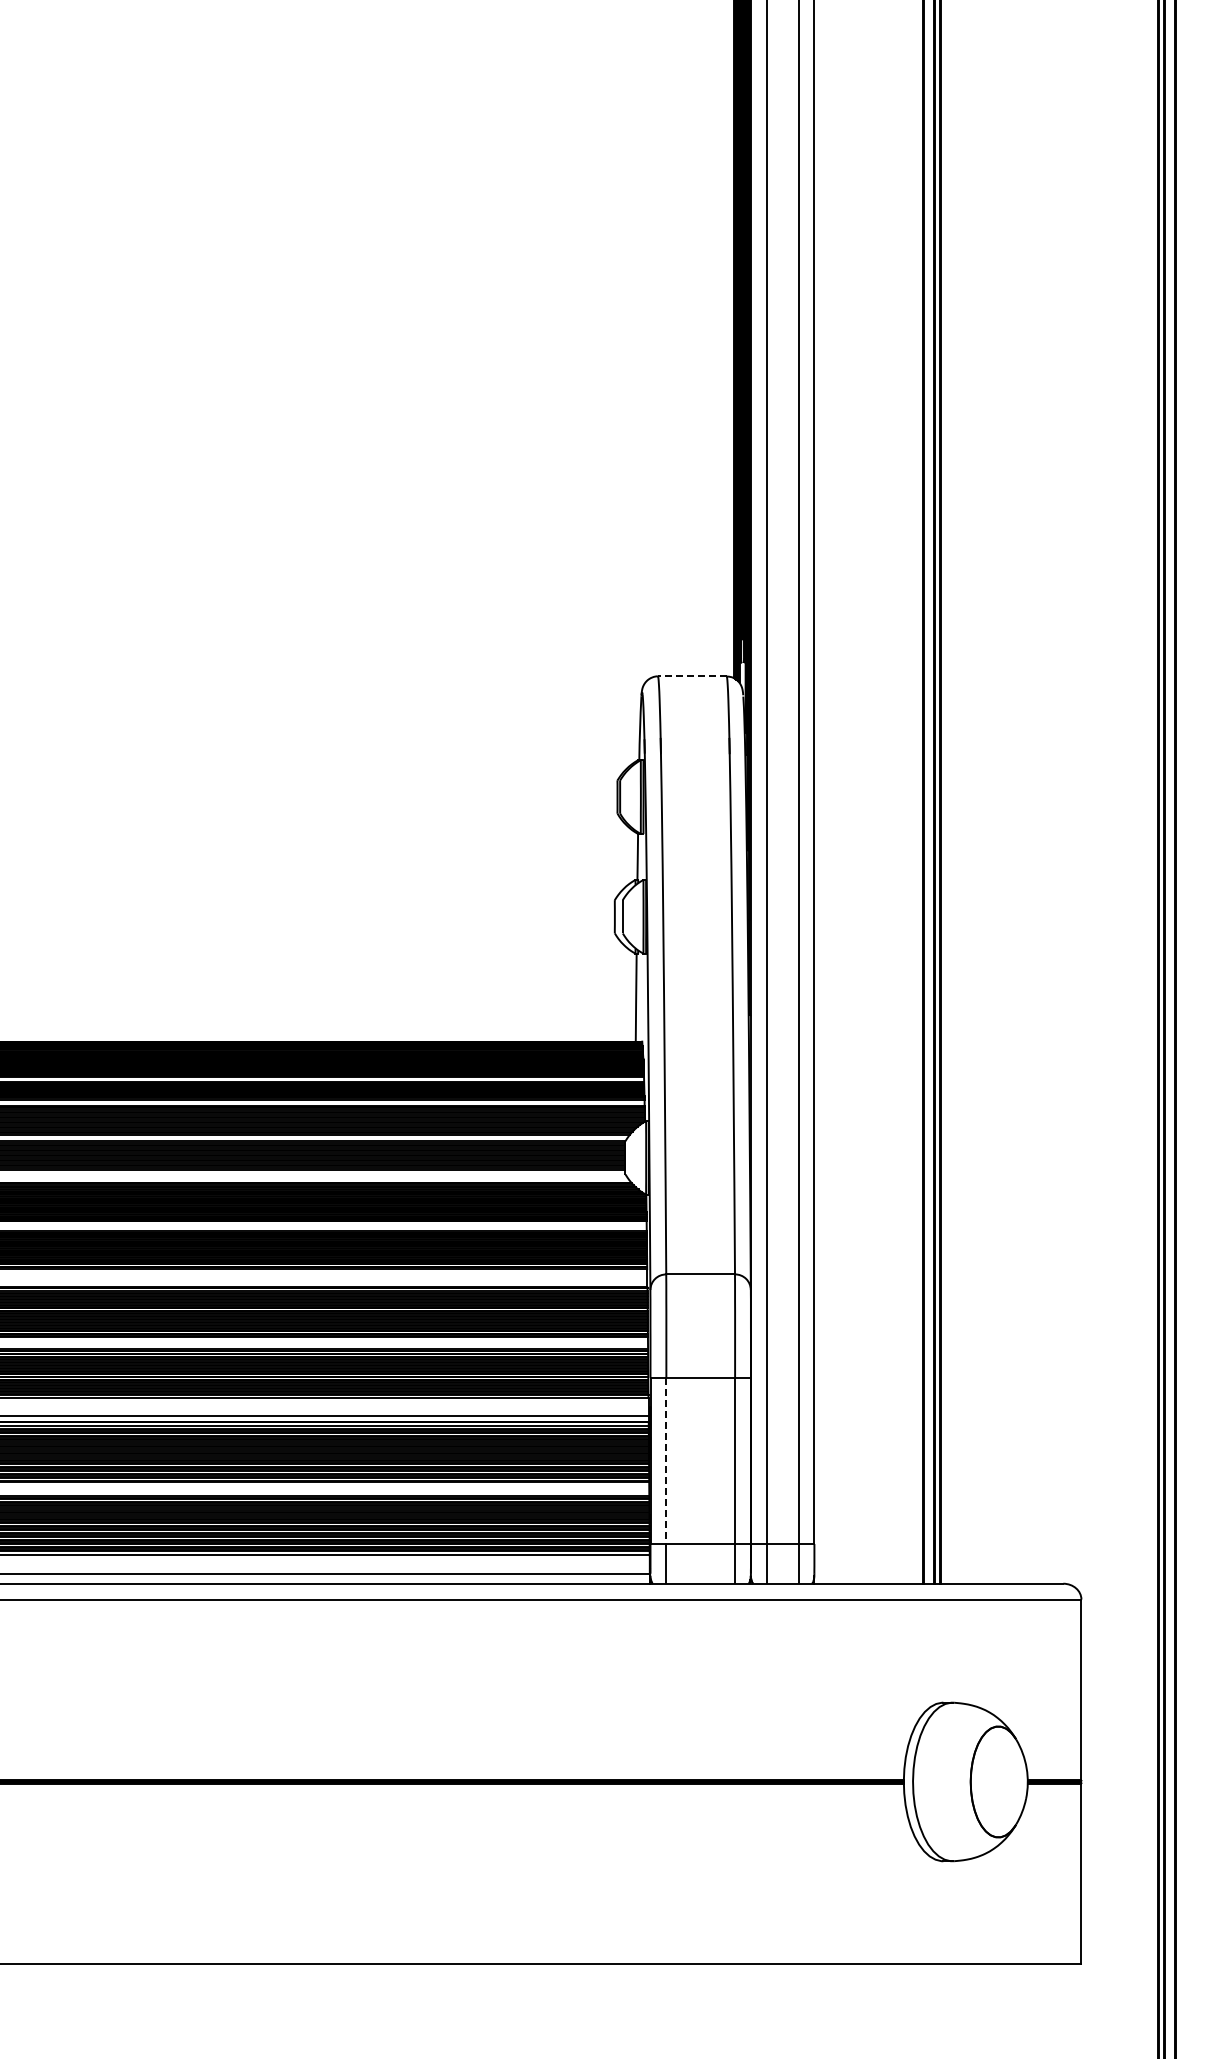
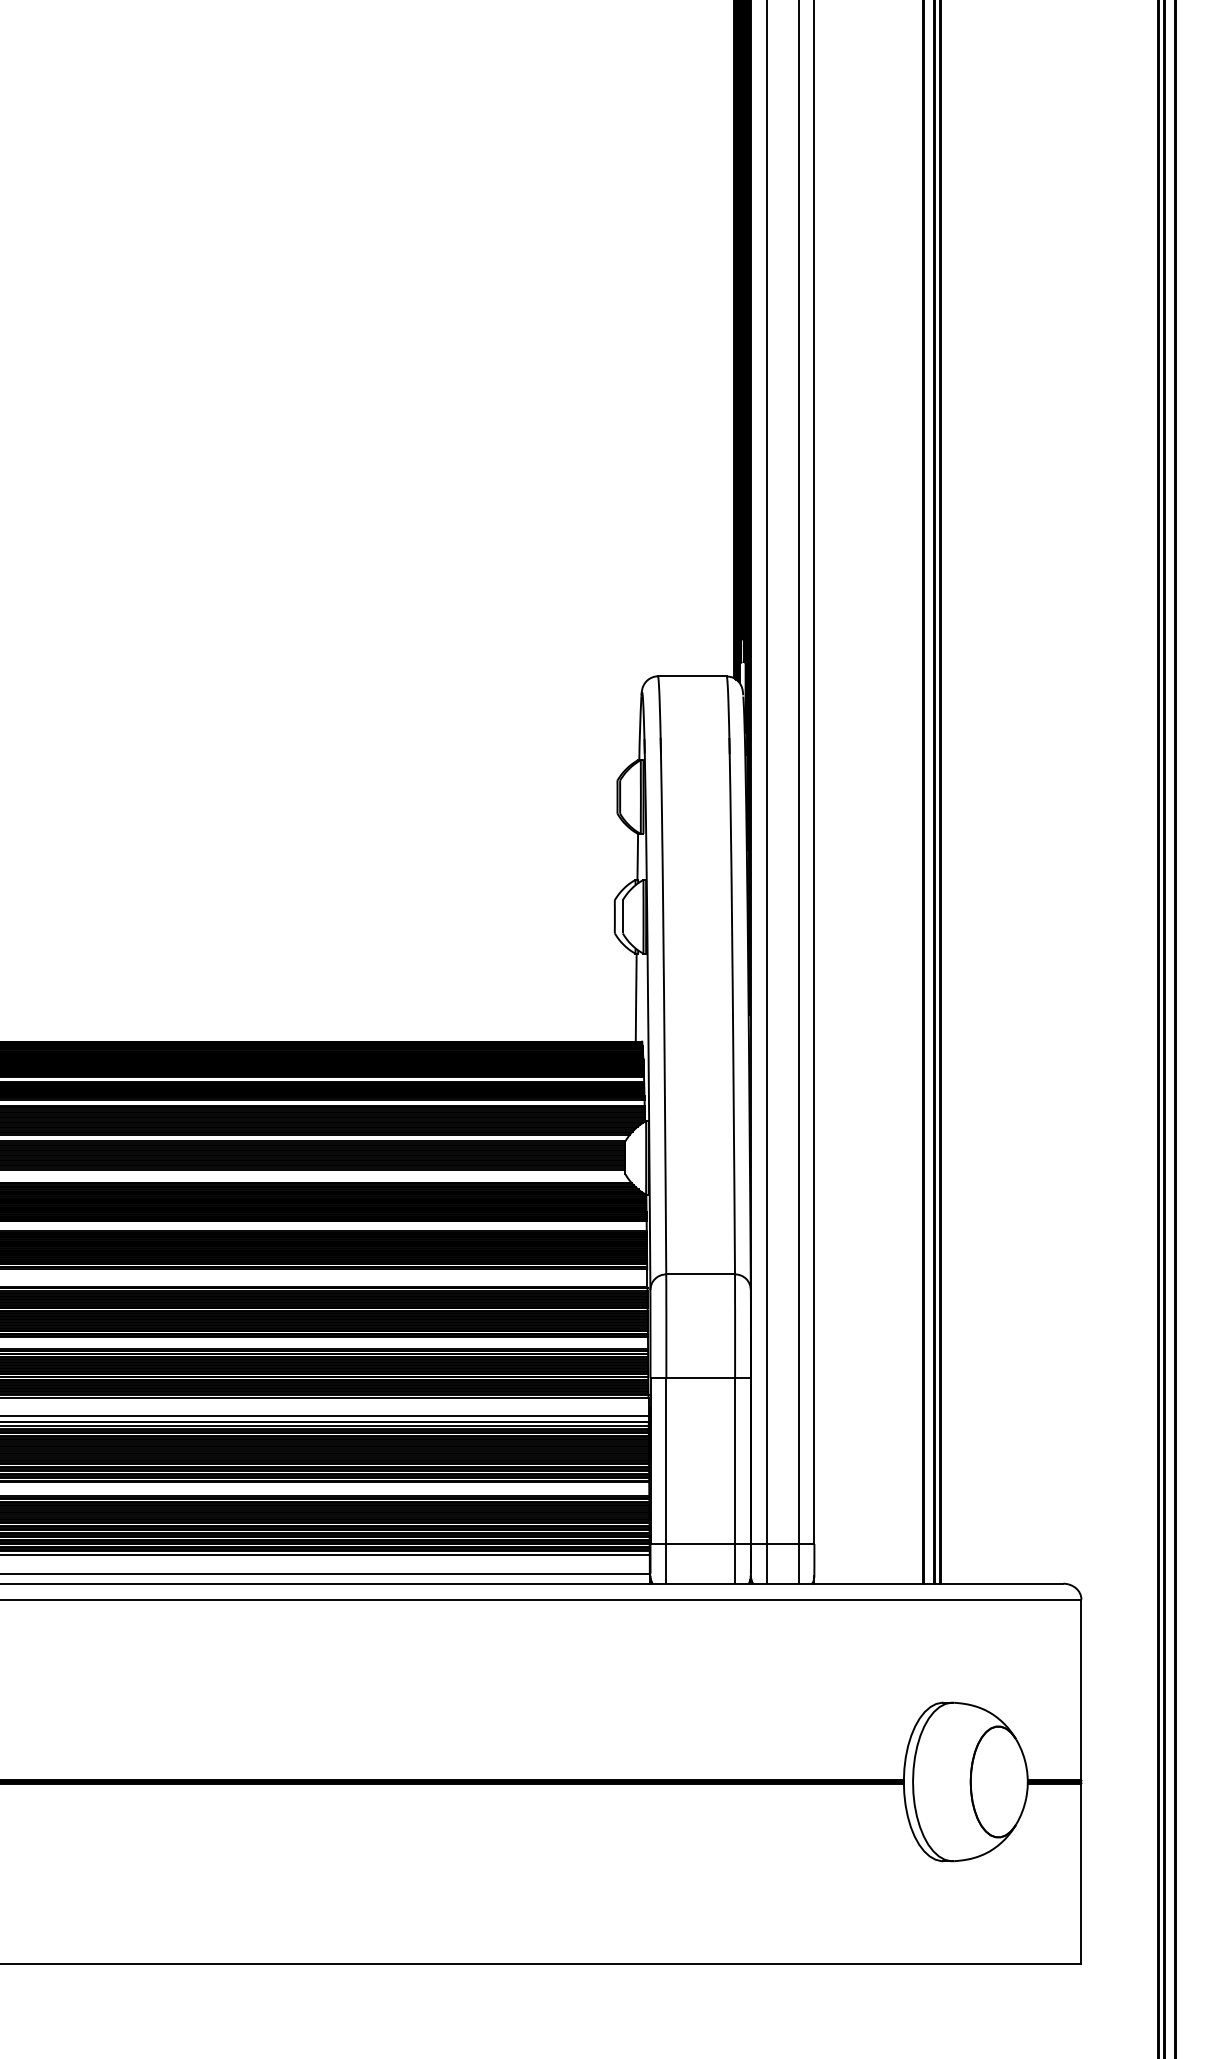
line at (691, 676): dashed -> solid
line at (666, 1461): dashed -> solid
